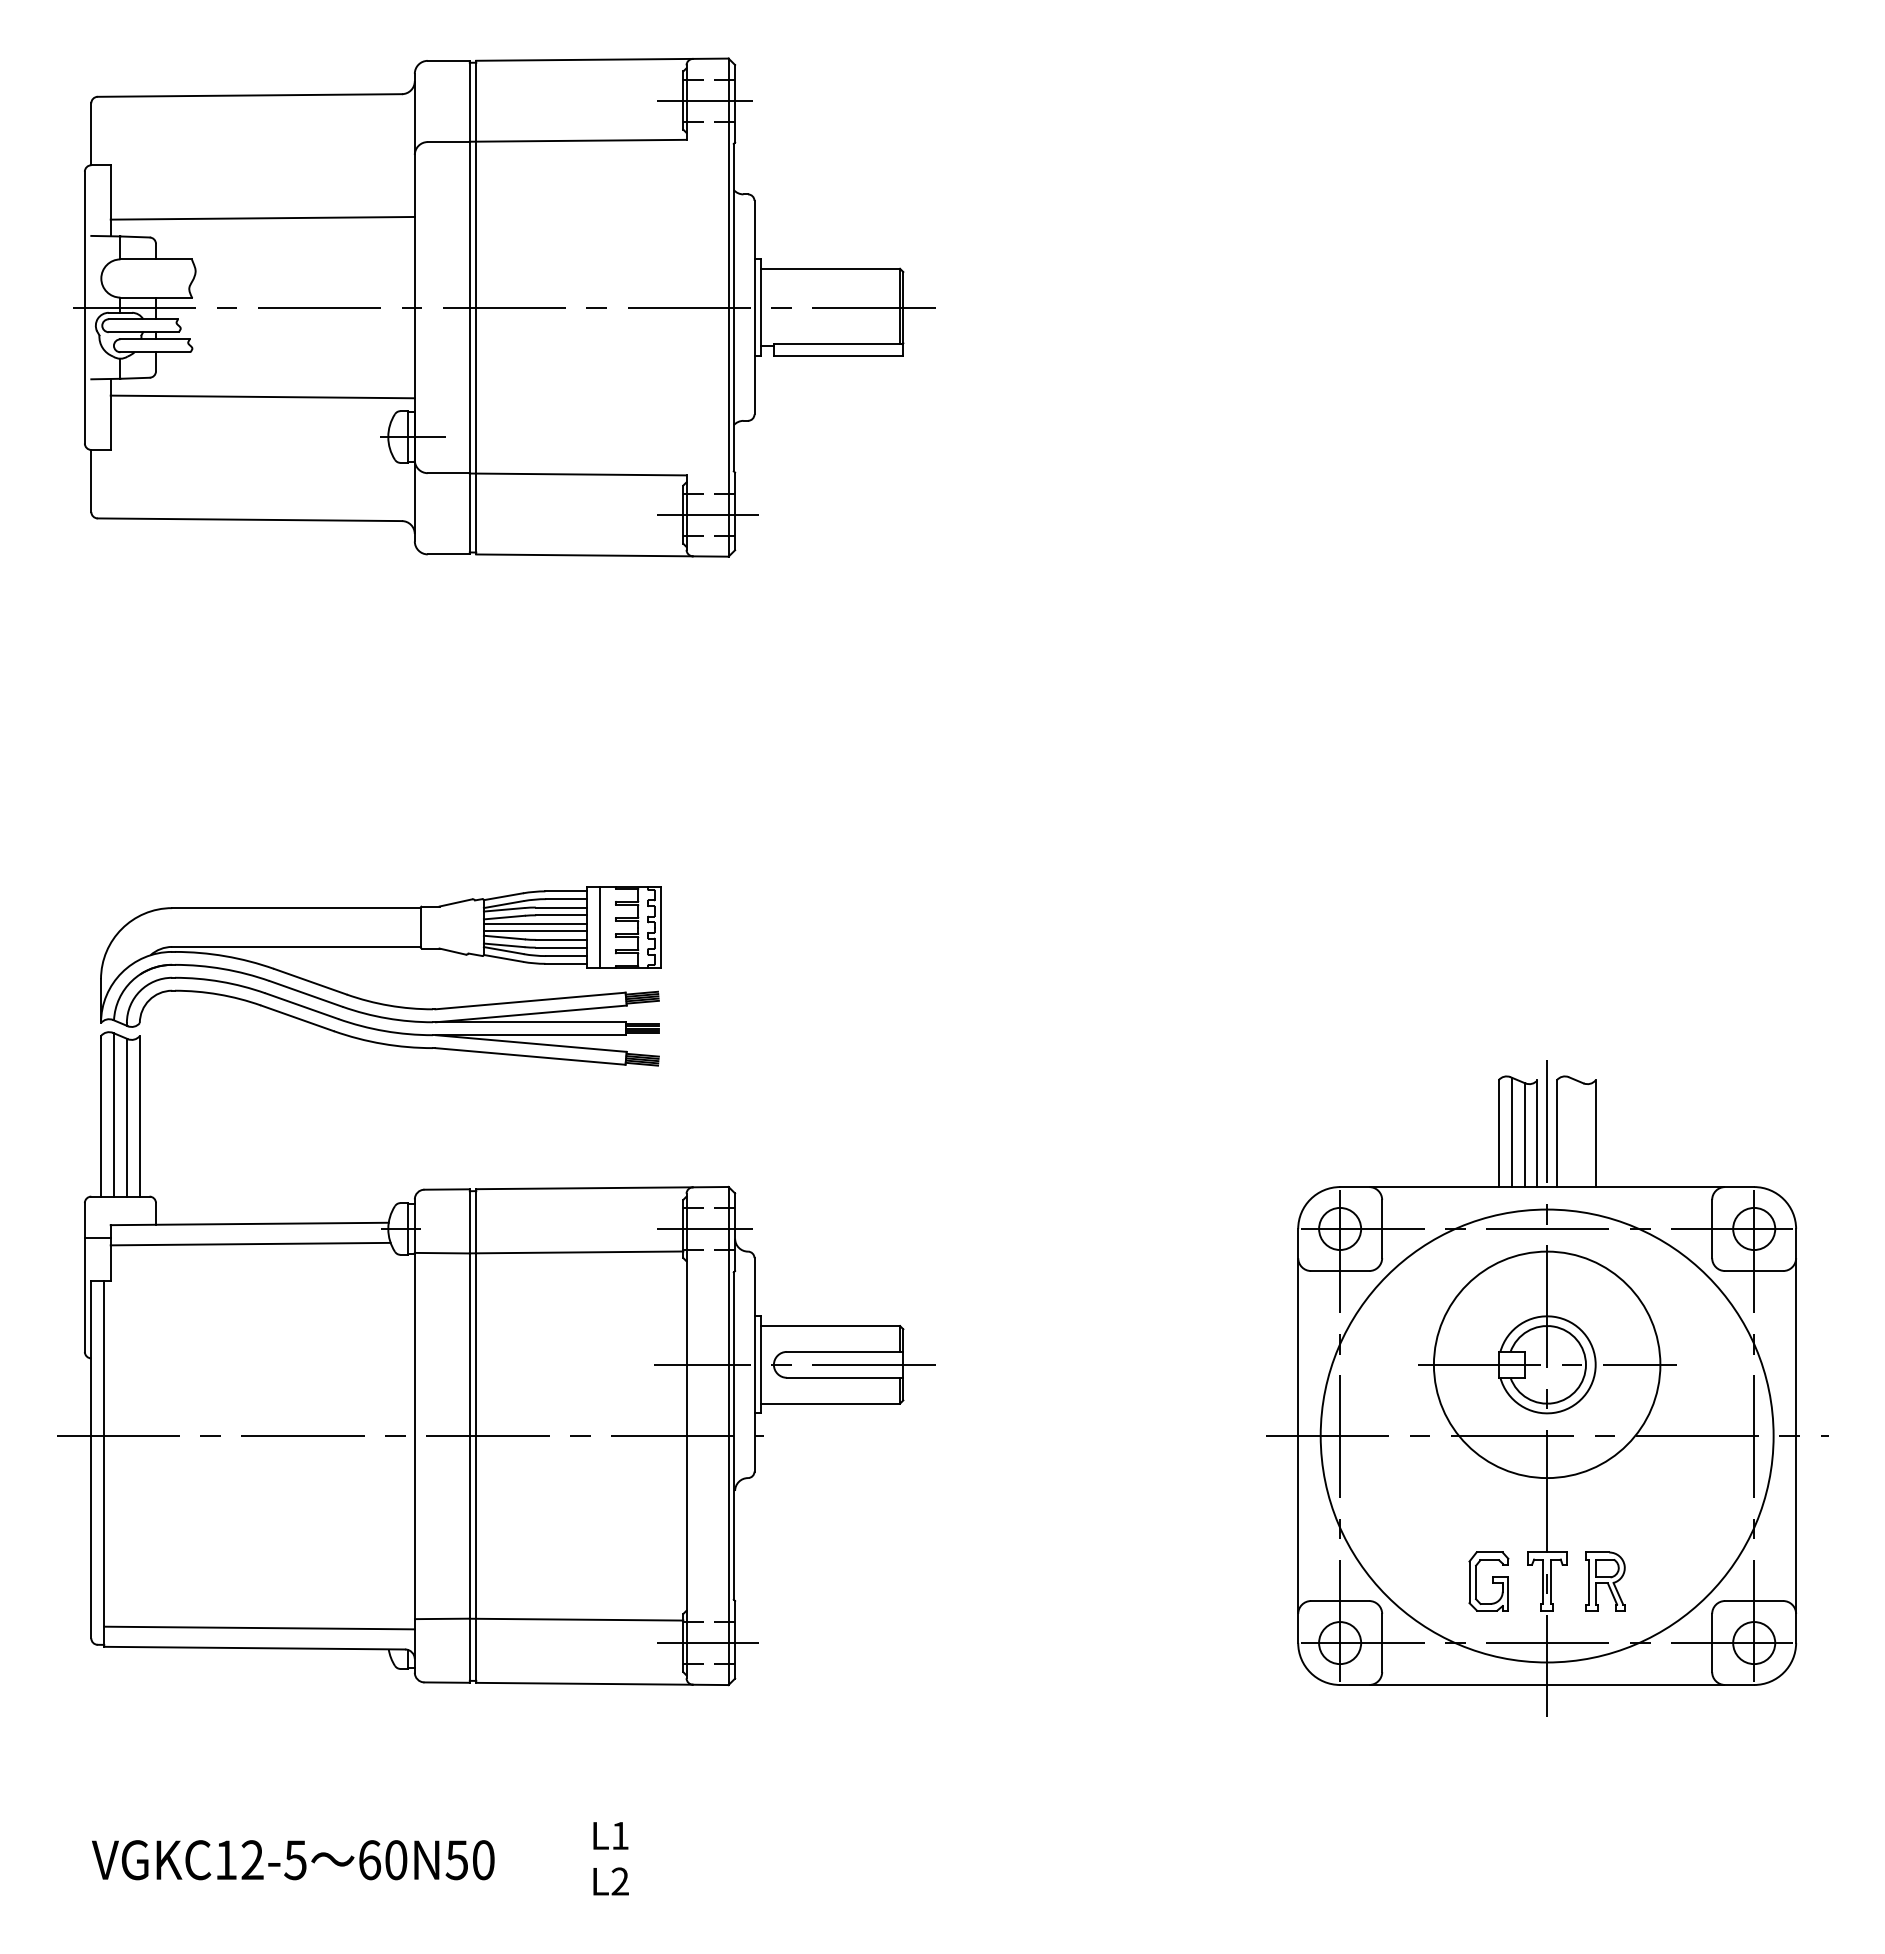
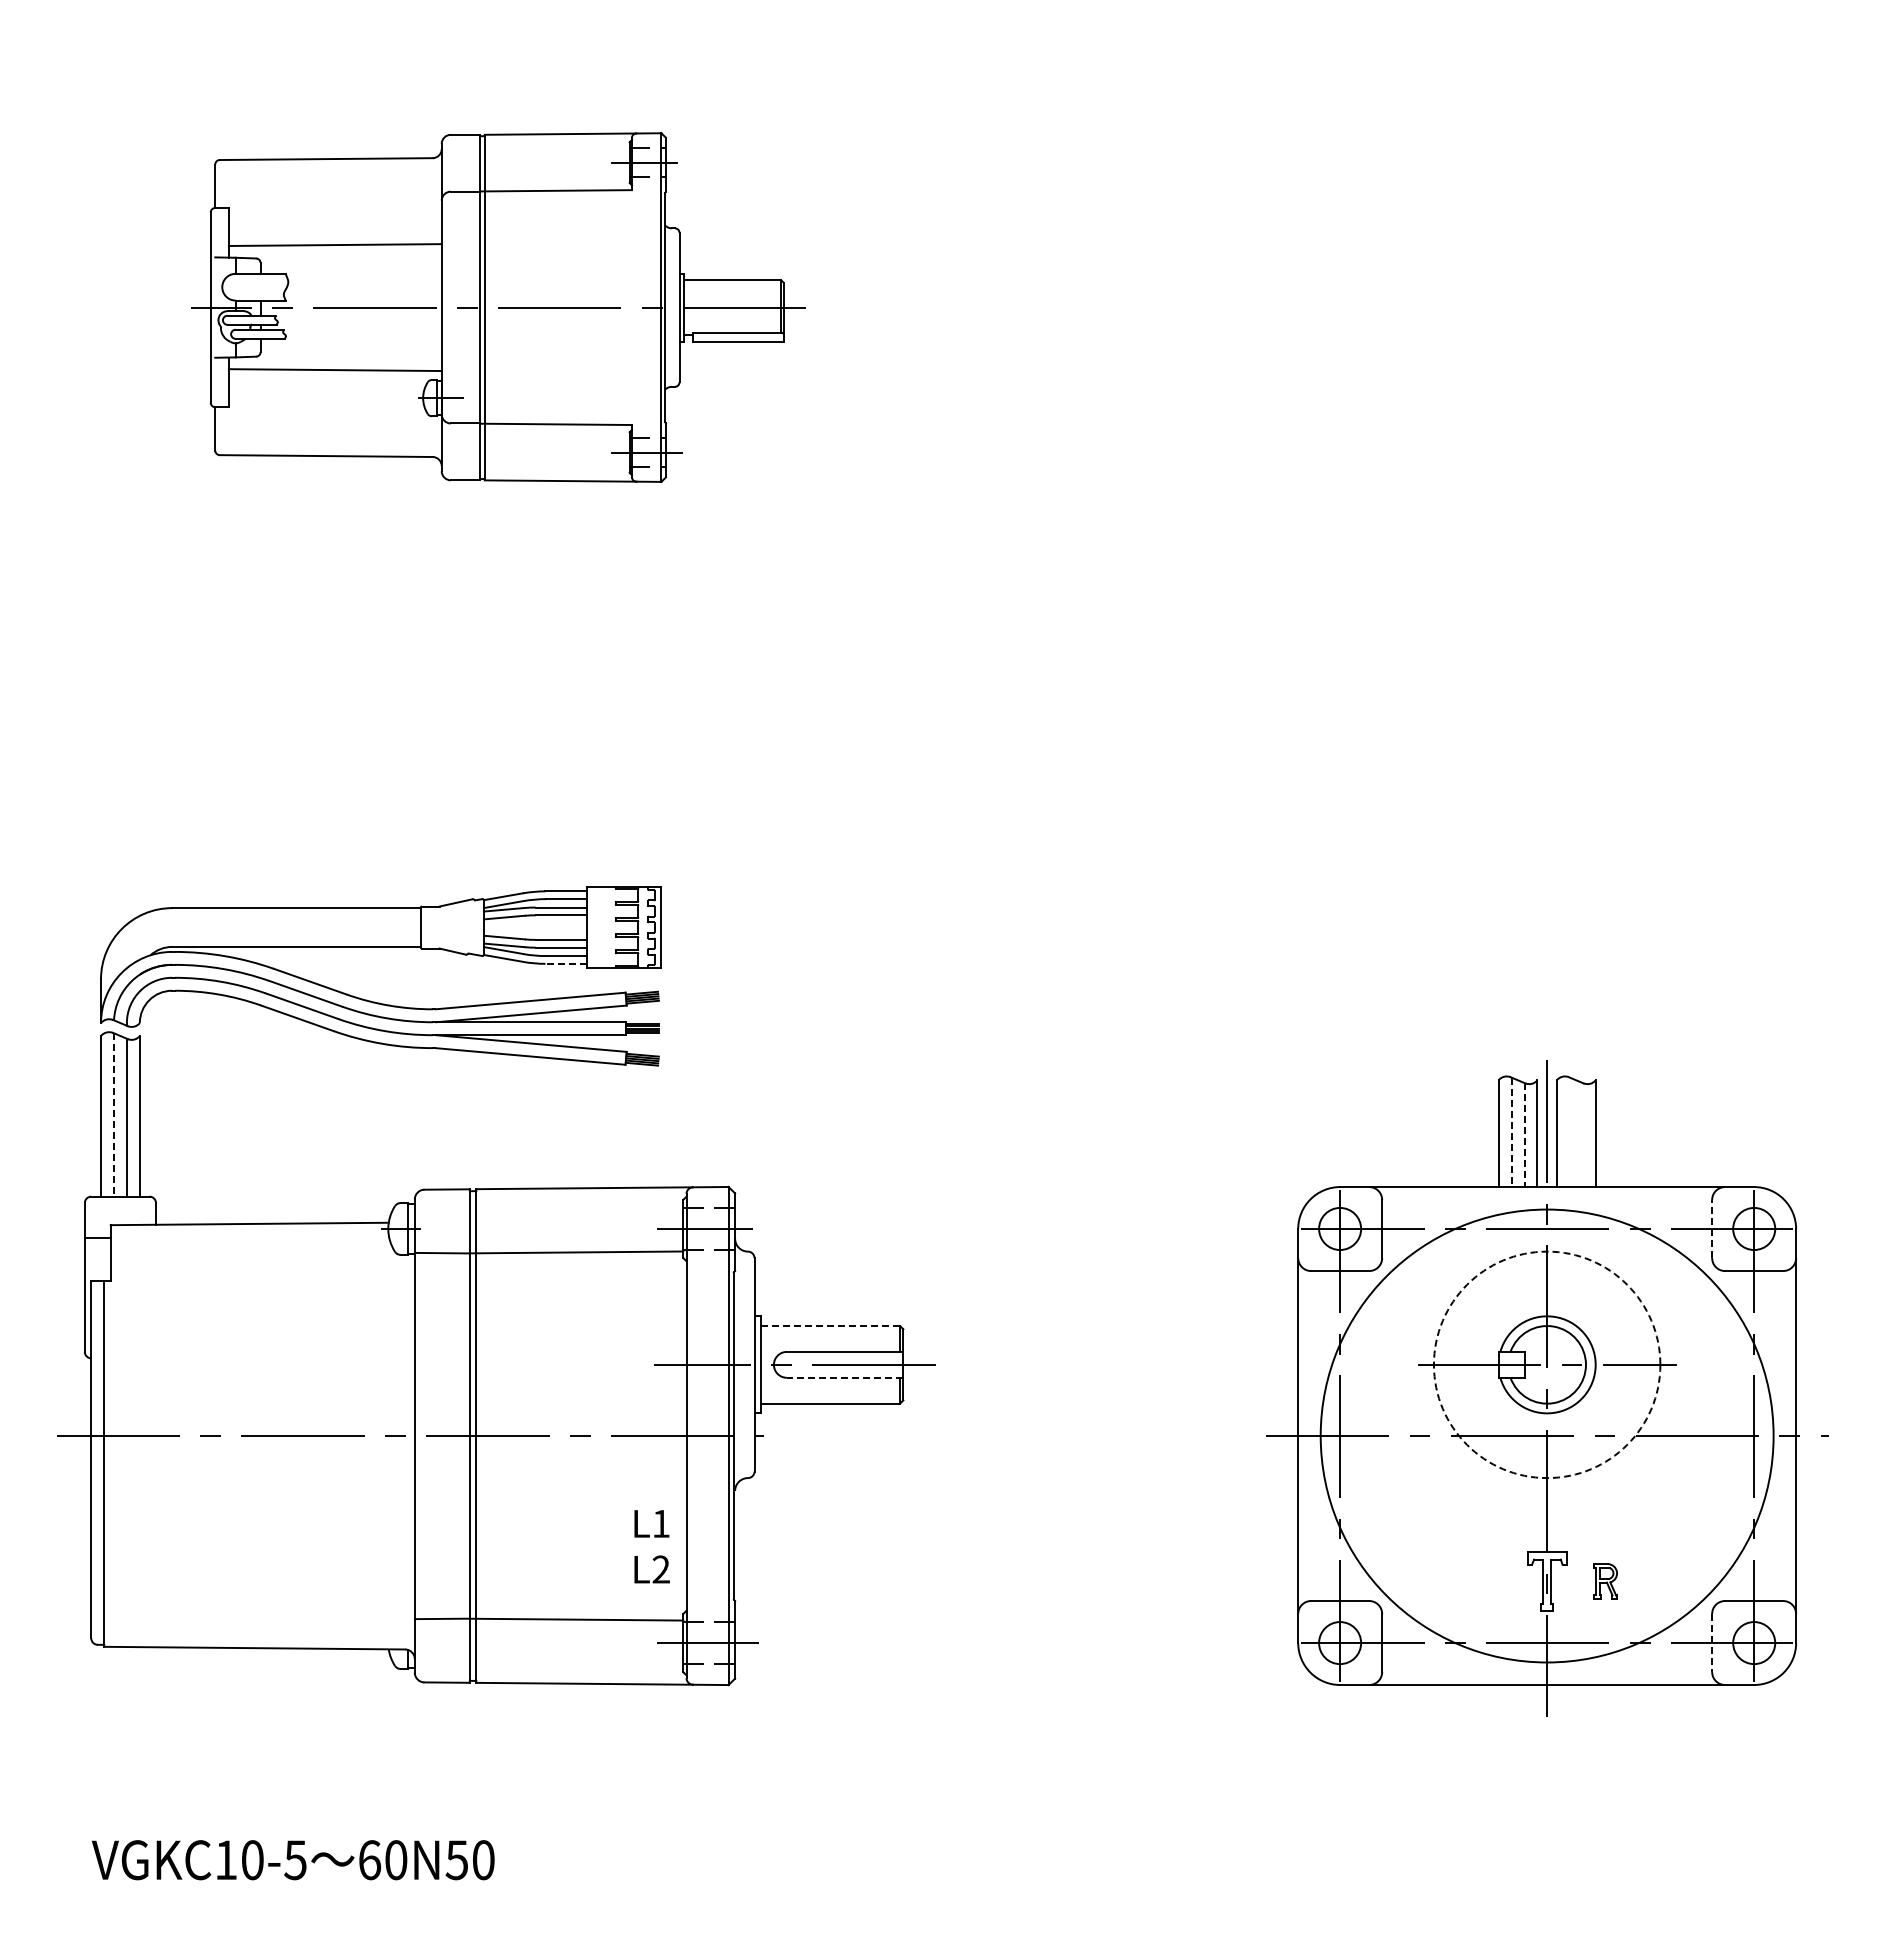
part at (504, 307) size: 863x501 px -> 610x351 px
line at (534, 923): present -> none
line at (599, 927): present -> none
line at (534, 931): present -> none
line at (566, 963): solid -> dashed
line at (113, 1114): solid -> dashed
line at (1511, 1132): solid -> dashed
line at (1524, 1134): solid -> dashed
line at (1712, 1228): solid -> dashed
line at (250, 1243): present -> none
line at (830, 1326): solid -> dashed
circle at (1546, 1364): solid -> dashed
line at (844, 1377): solid -> dashed
part at (1488, 1581): present -> none
part at (1605, 1581) size: 41x61 px -> 25x37 px
line at (259, 1627): present -> none
line at (1712, 1643): solid -> dashed
text at (610, 1858) position: (610, 1858) -> (651, 1546)
text at (252, 1860): VGKC12-5 -> VGKC10-5
